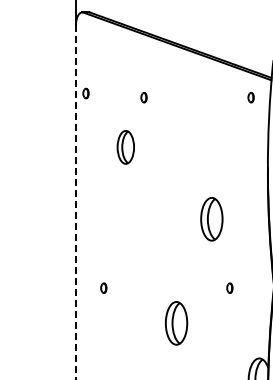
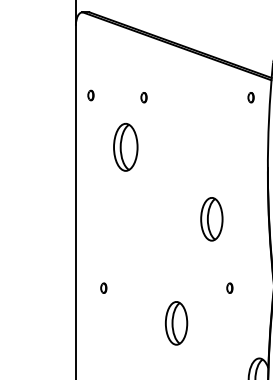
part at (85, 93) position: (85, 93) -> (90, 95)
part at (125, 147) size: 19x35 px -> 26x49 px
line at (75, 202): dashed -> solid
